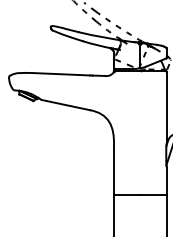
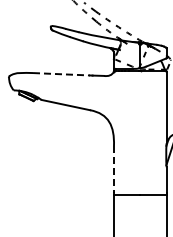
line at (61, 74): solid -> dashed
line at (113, 169): solid -> dashed
